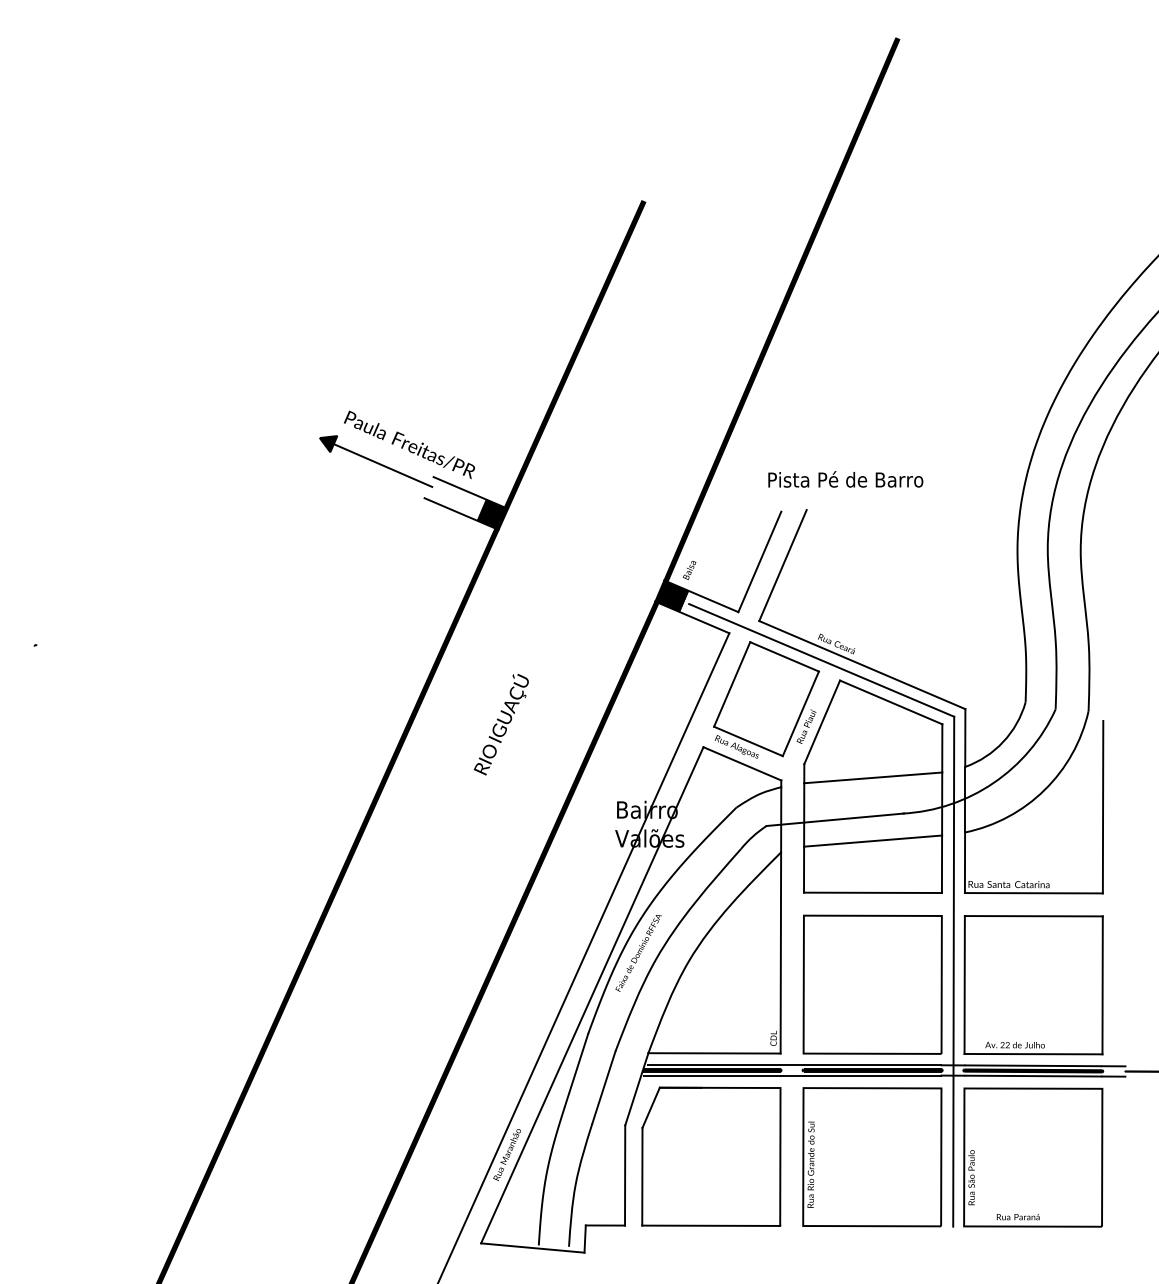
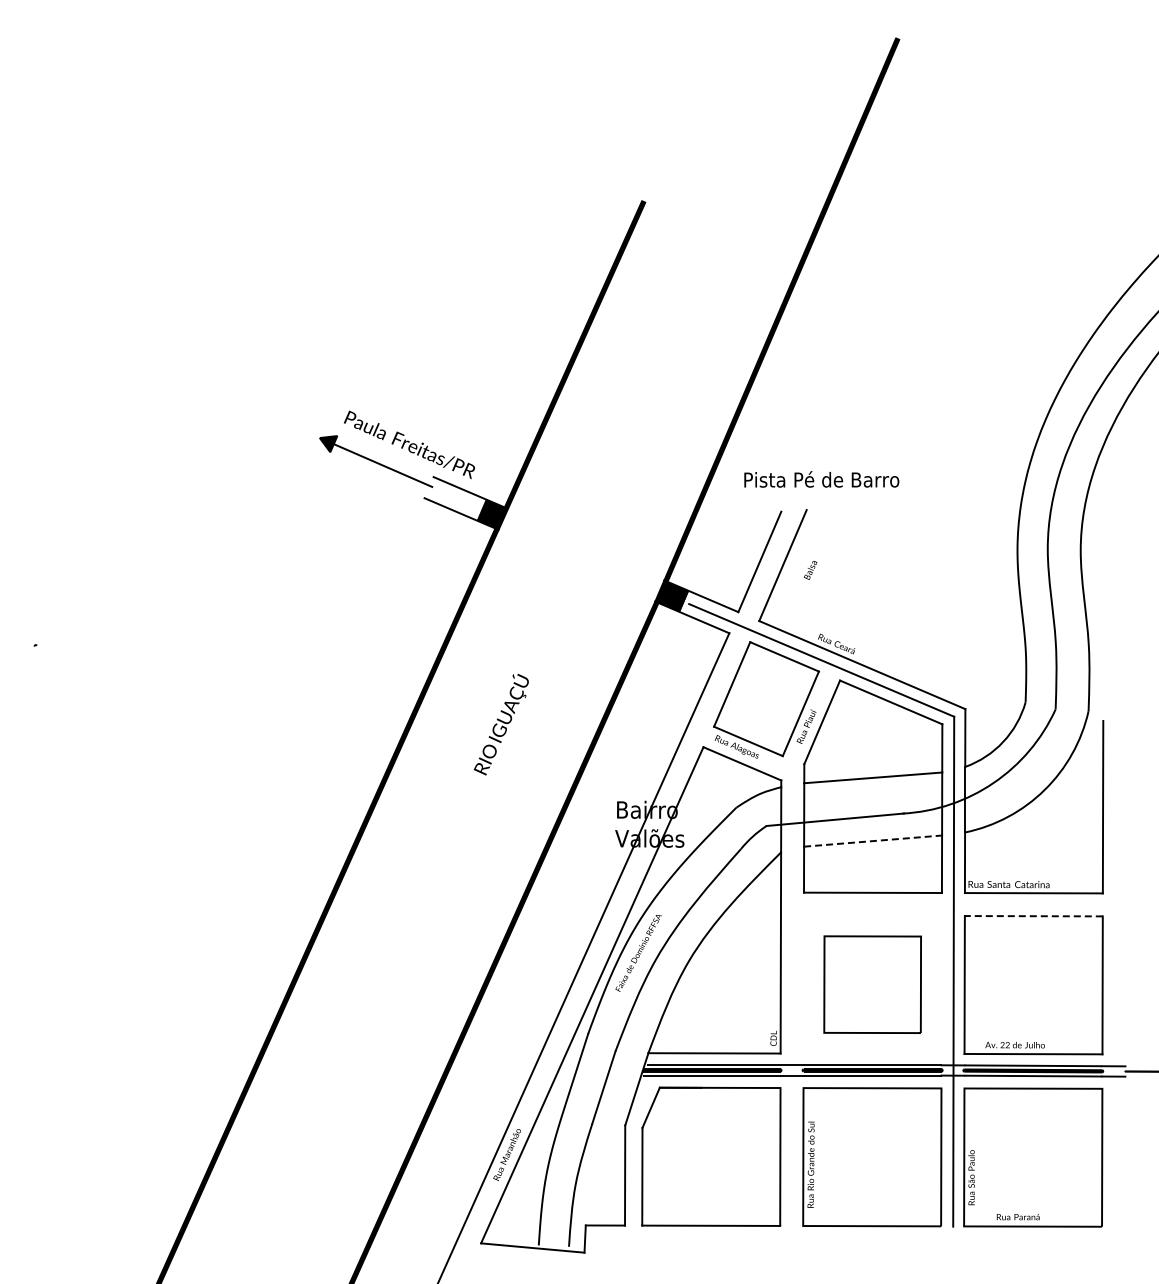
text at (845, 479) position: (845, 479) -> (821, 479)
text at (689, 570) position: (689, 570) -> (810, 570)
line at (873, 841): solid -> dashed
line at (1033, 916): solid -> dashed
part at (872, 984) size: 141x141 px -> 99x99 px
